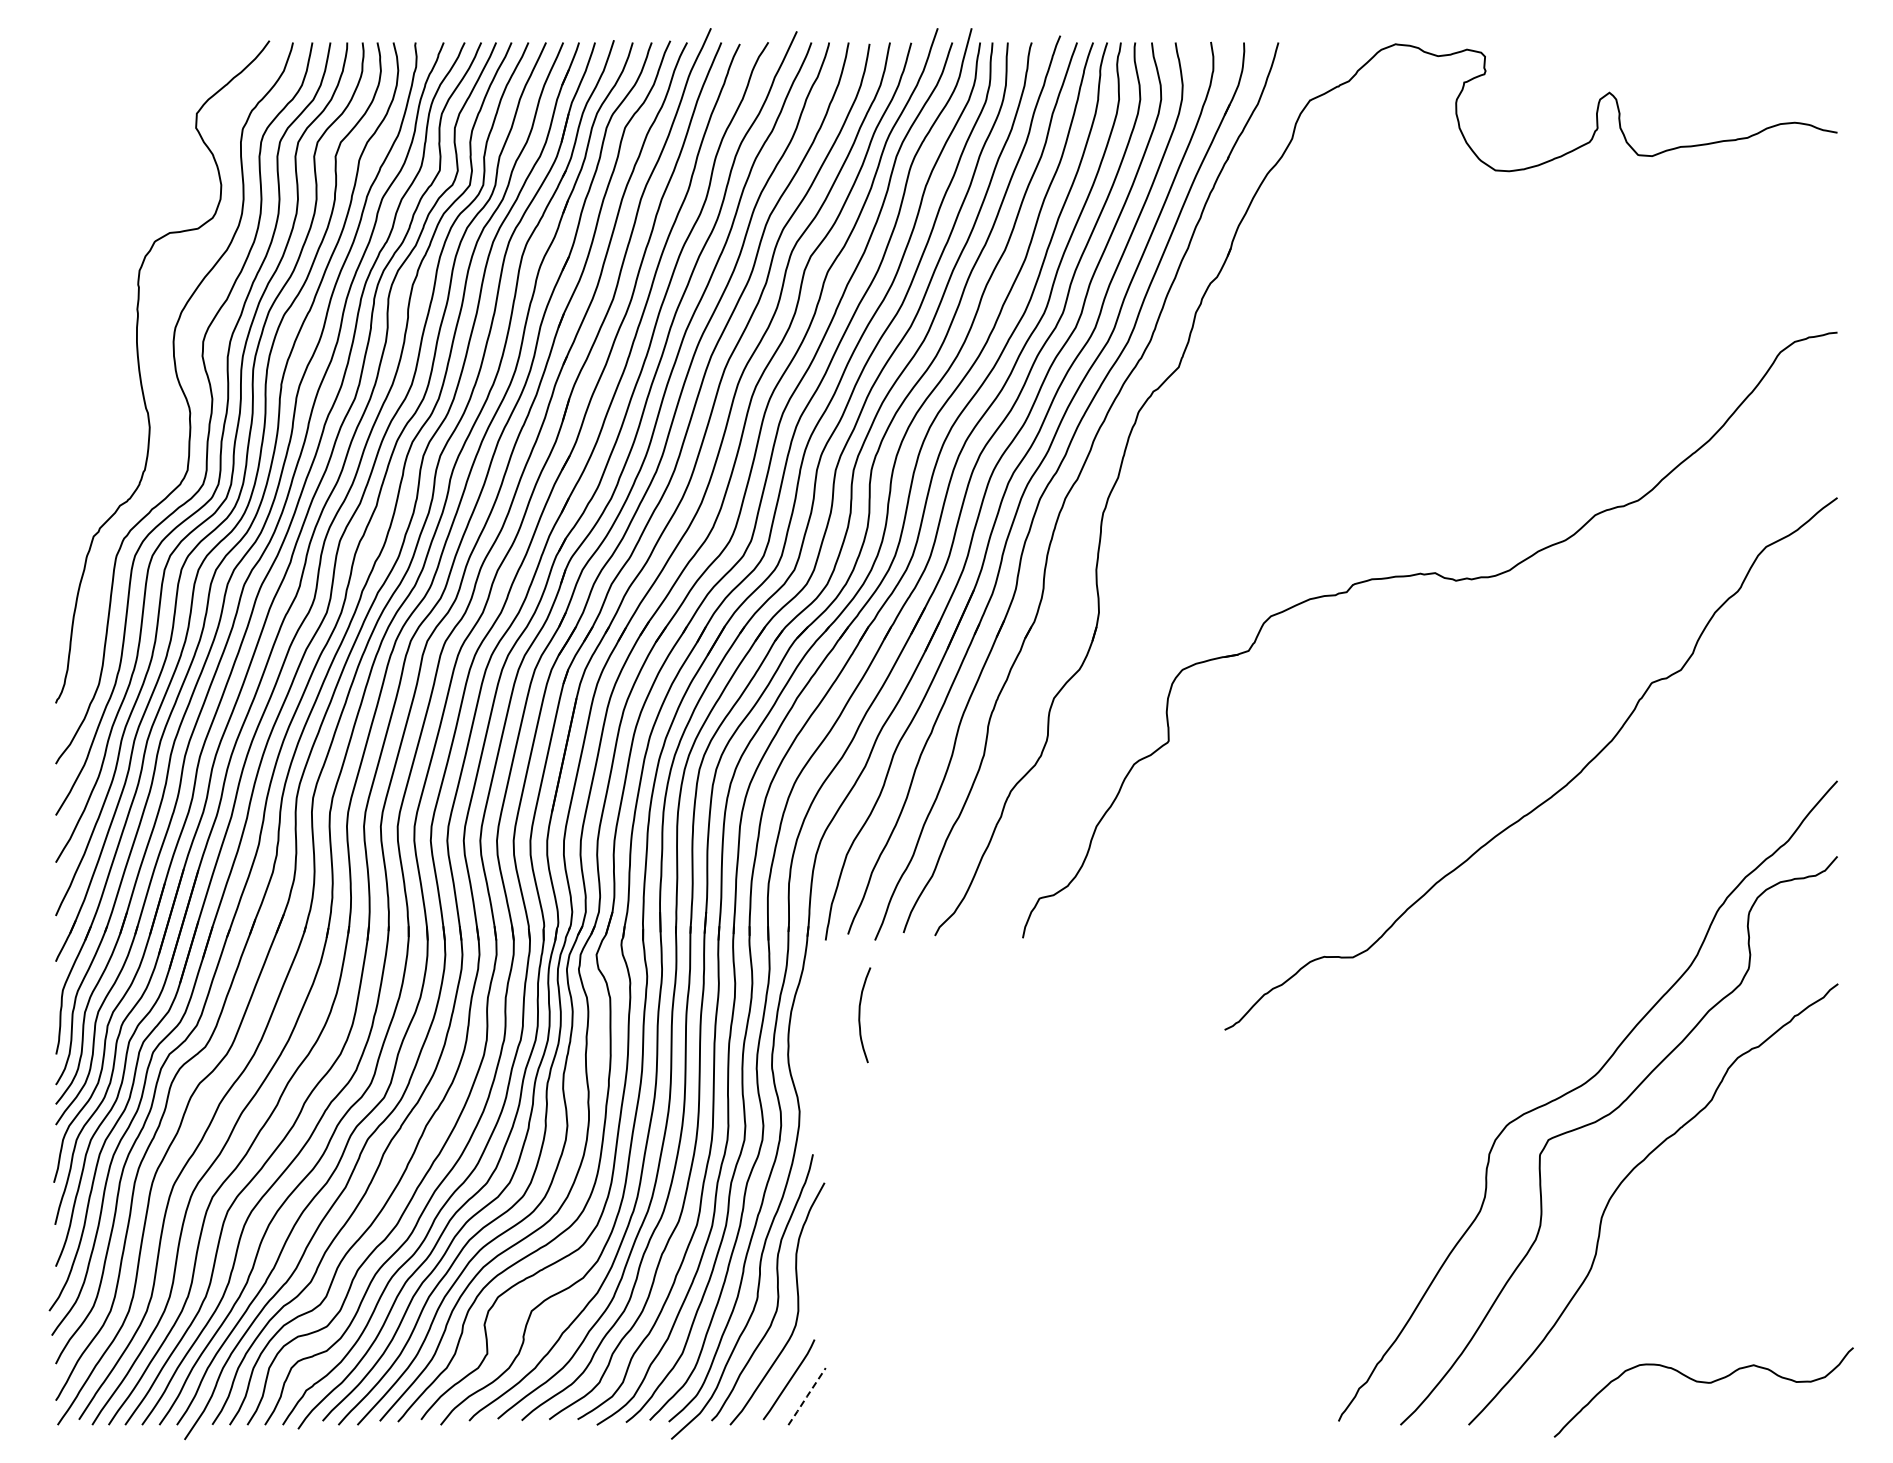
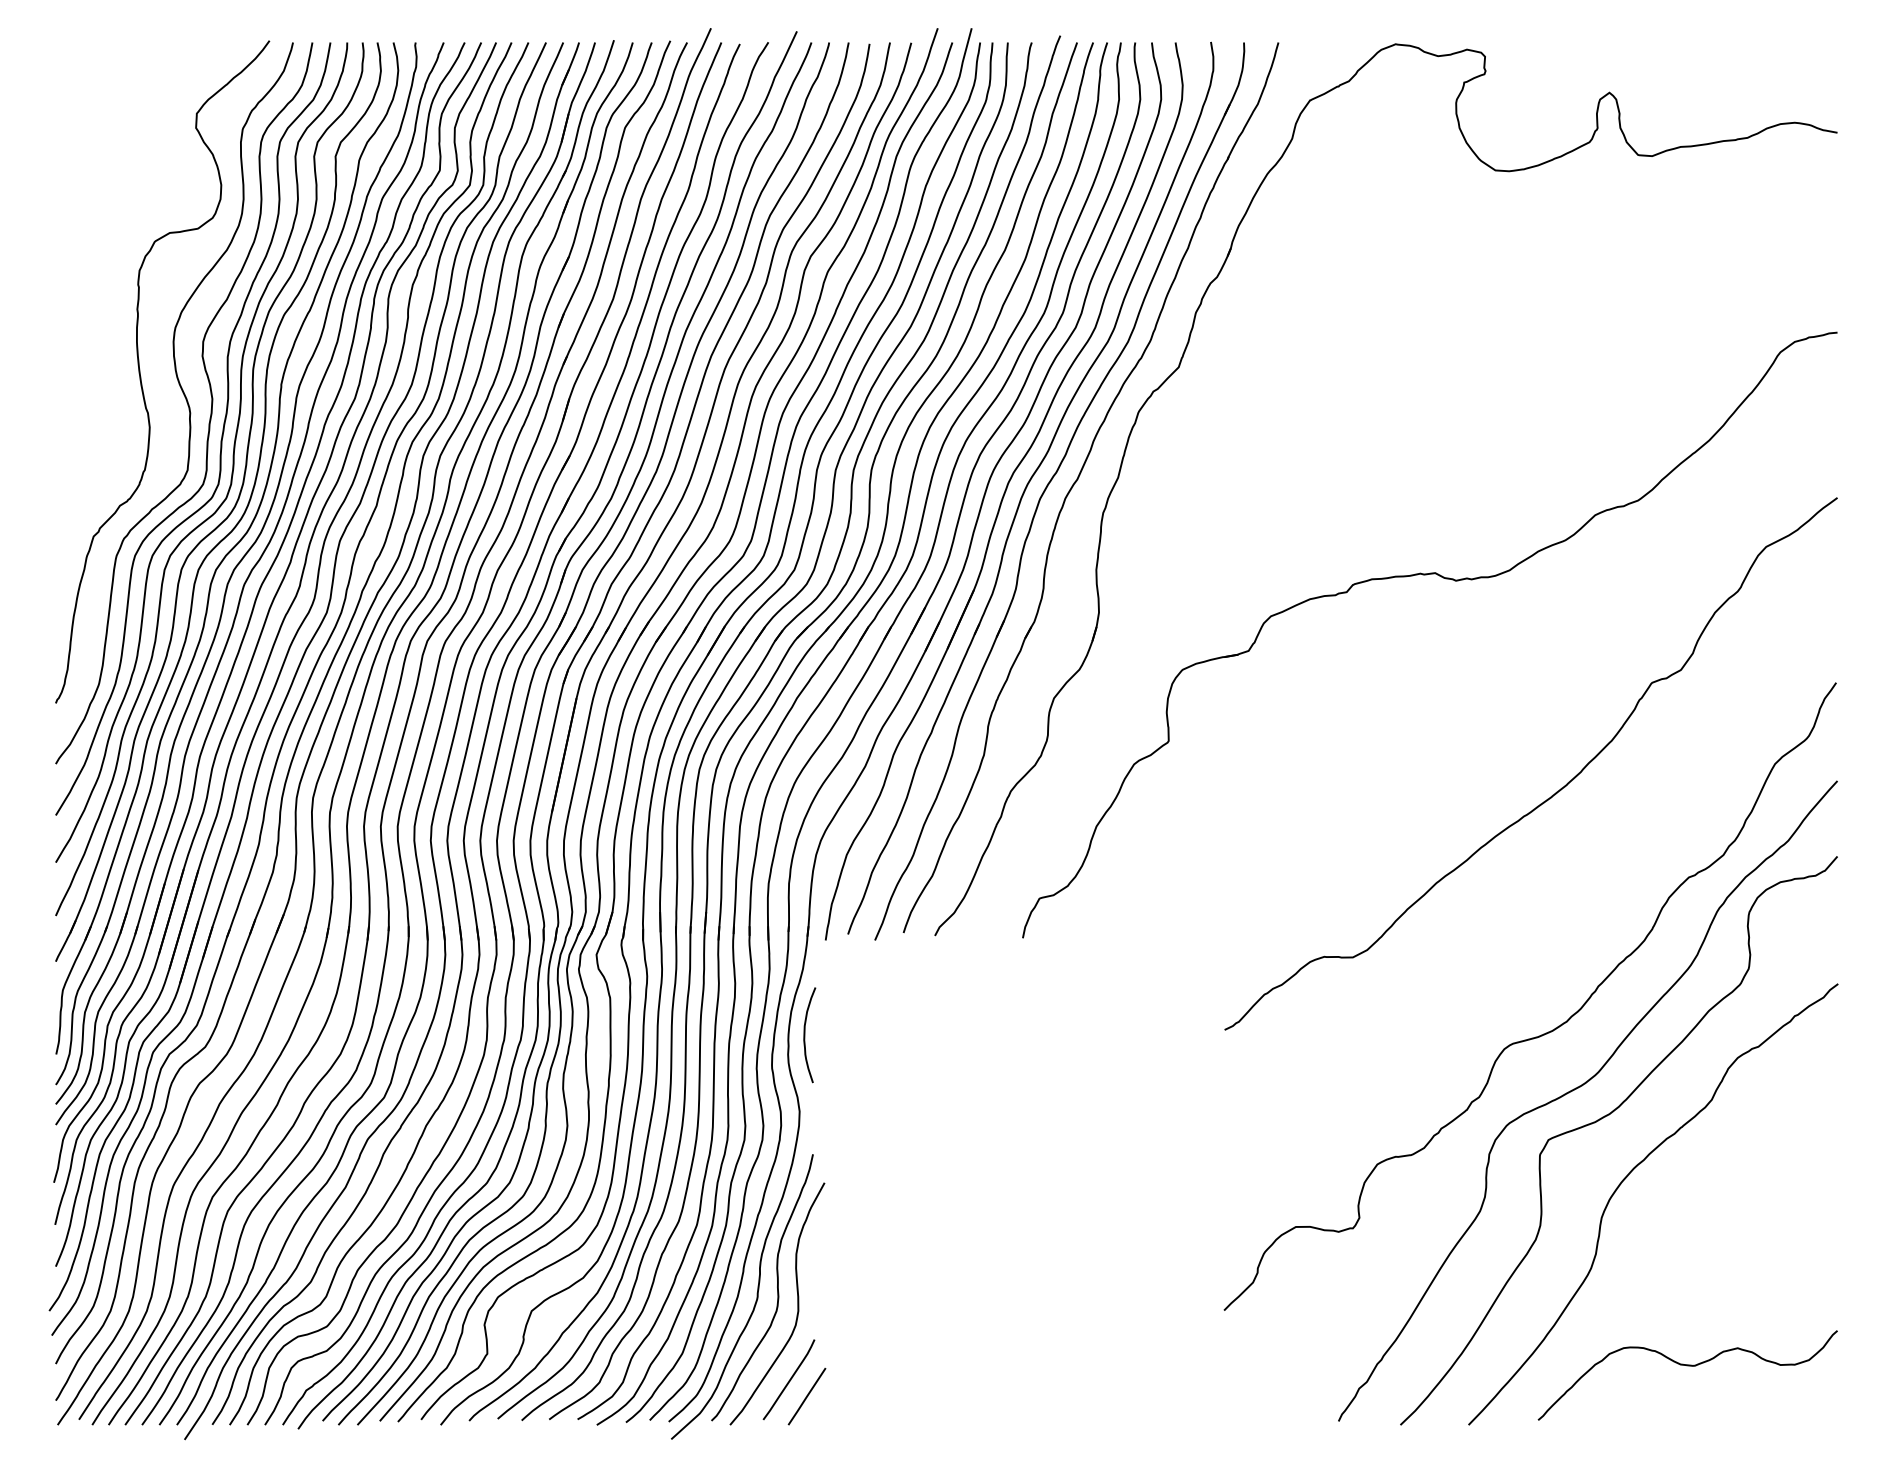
curve at (860, 1015) position: (860, 1015) -> (805, 1035)
curve at (1545, 1032): none -> present
curve at (1703, 1383) position: (1703, 1383) -> (1687, 1366)
line at (807, 1396): dashed -> solid
